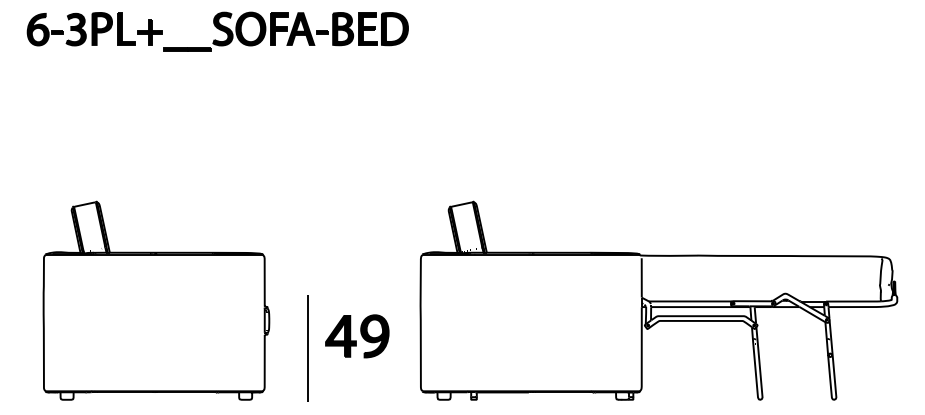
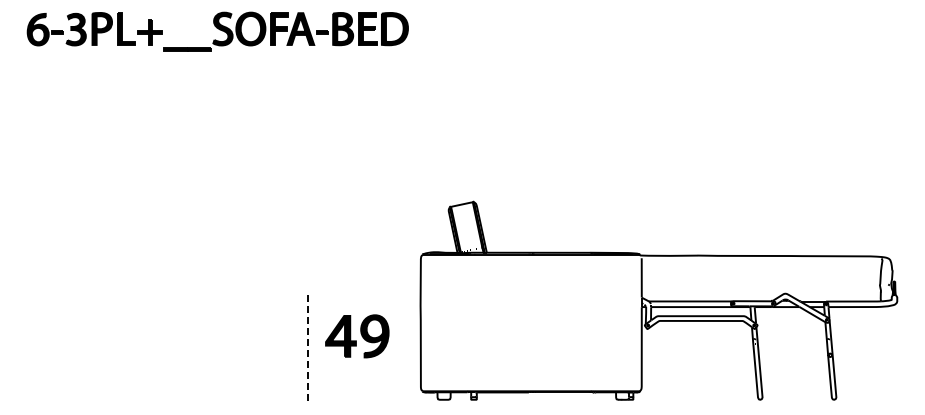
part at (156, 300): present -> none
line at (307, 348): solid -> dashed
